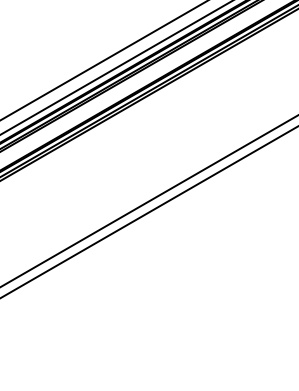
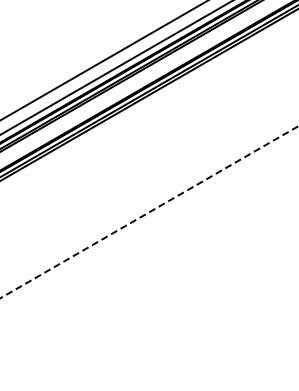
line at (148, 201): present -> none
line at (149, 212): solid -> dashed
